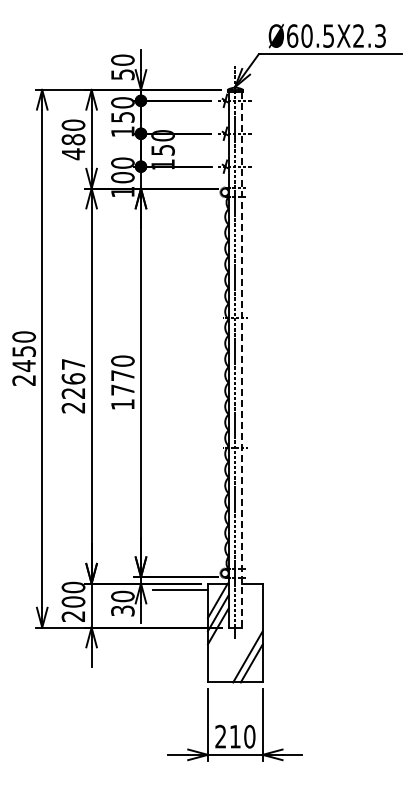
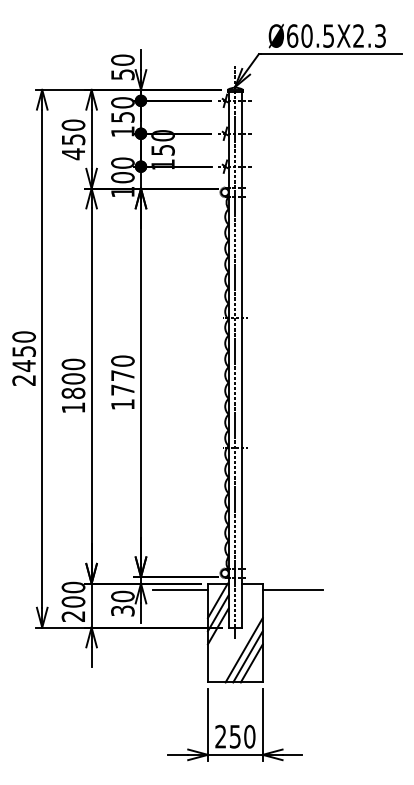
text at (73, 139): 480 -> 450
line at (242, 359): dashed -> solid
text at (73, 385): 2267 -> 1800
line at (292, 590): none -> present
line at (243, 650): none -> present
text at (235, 736): 210 -> 250
